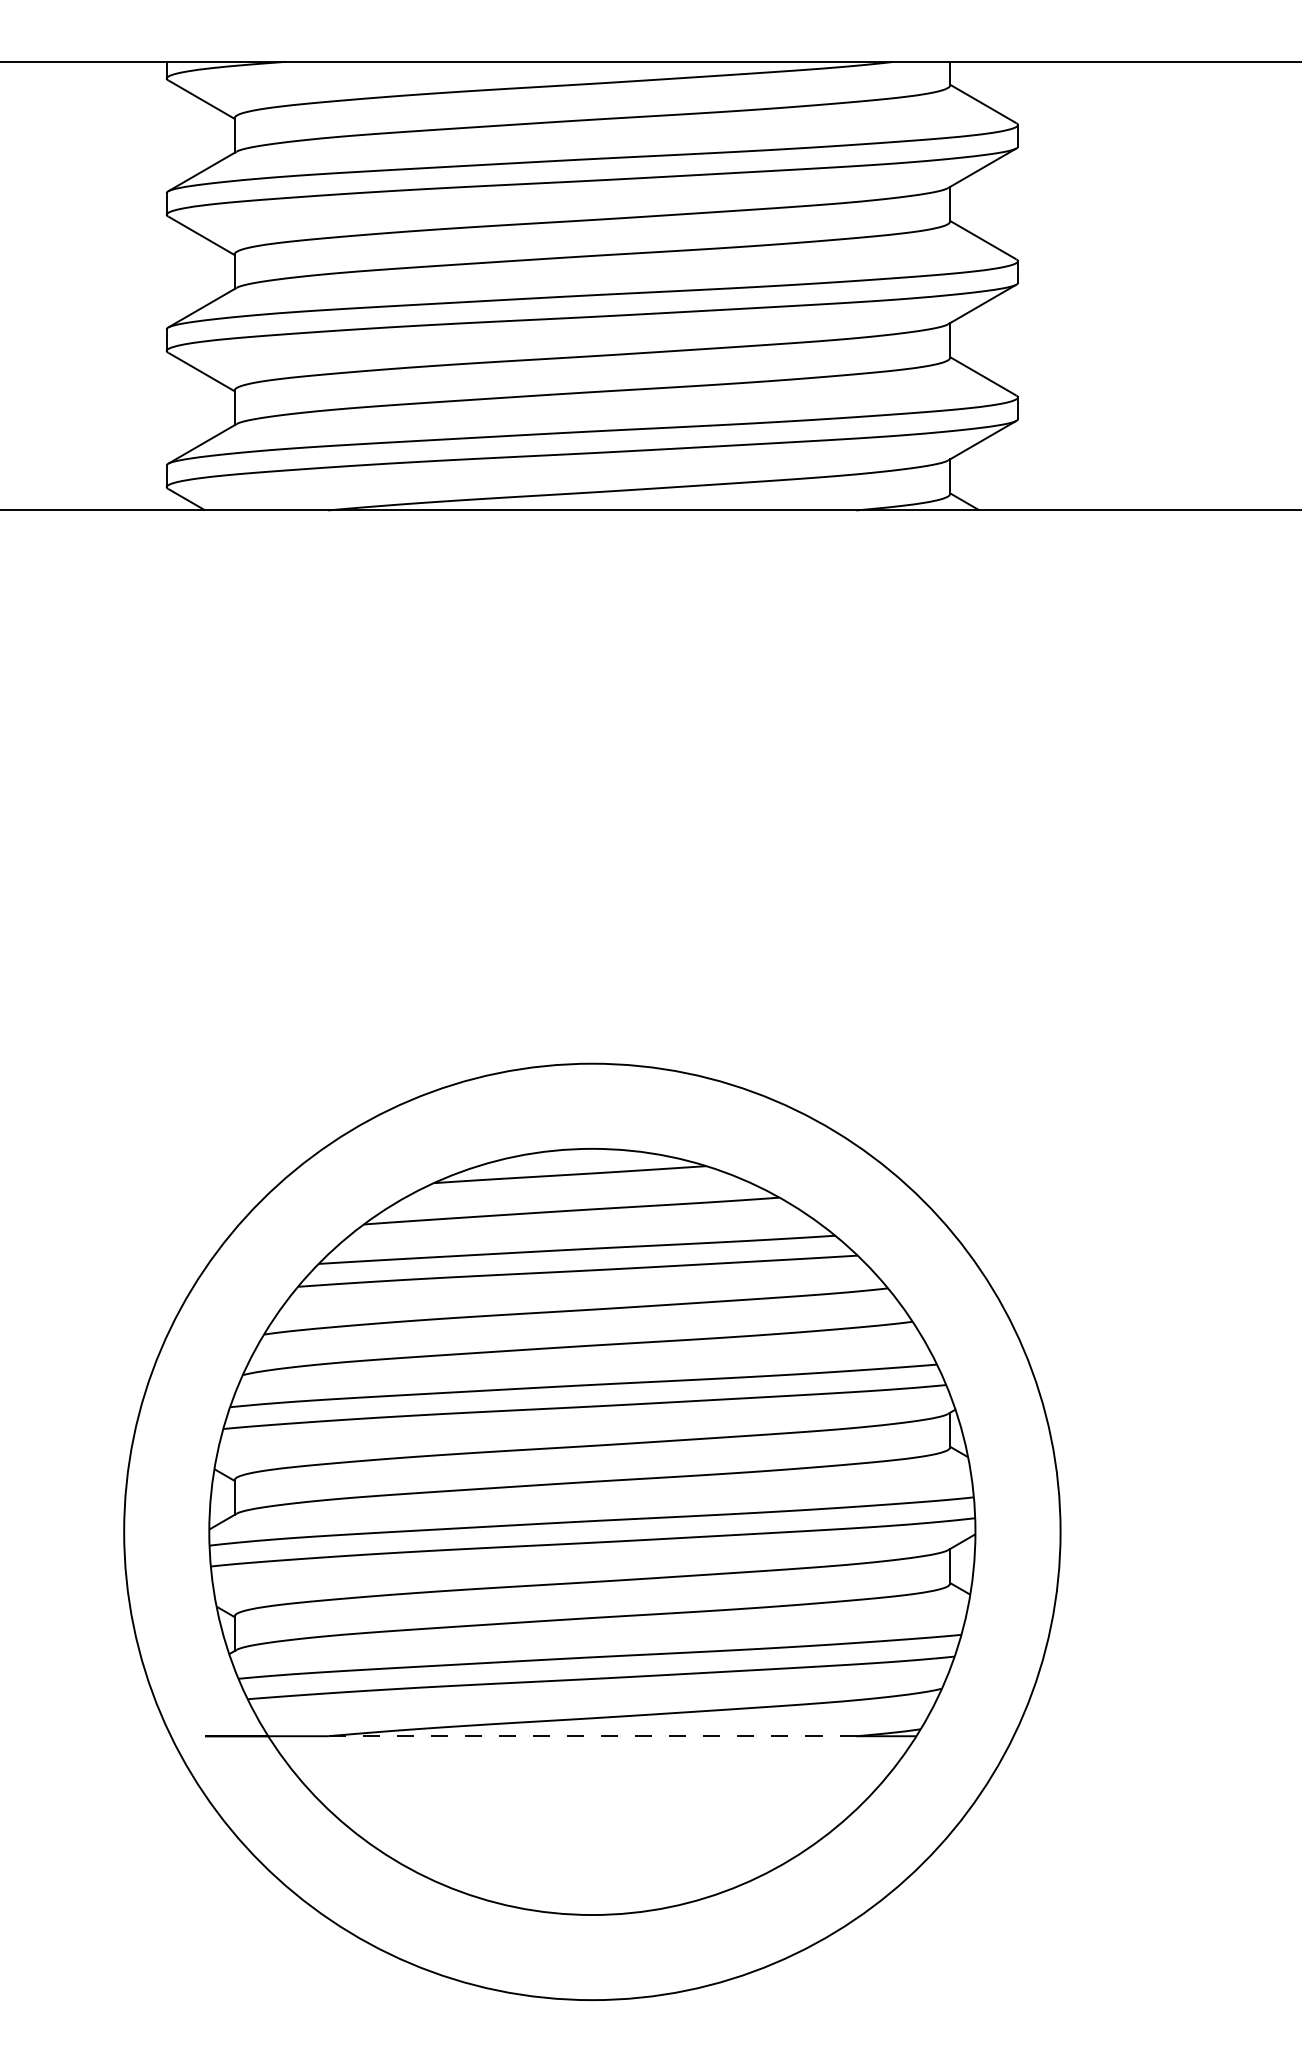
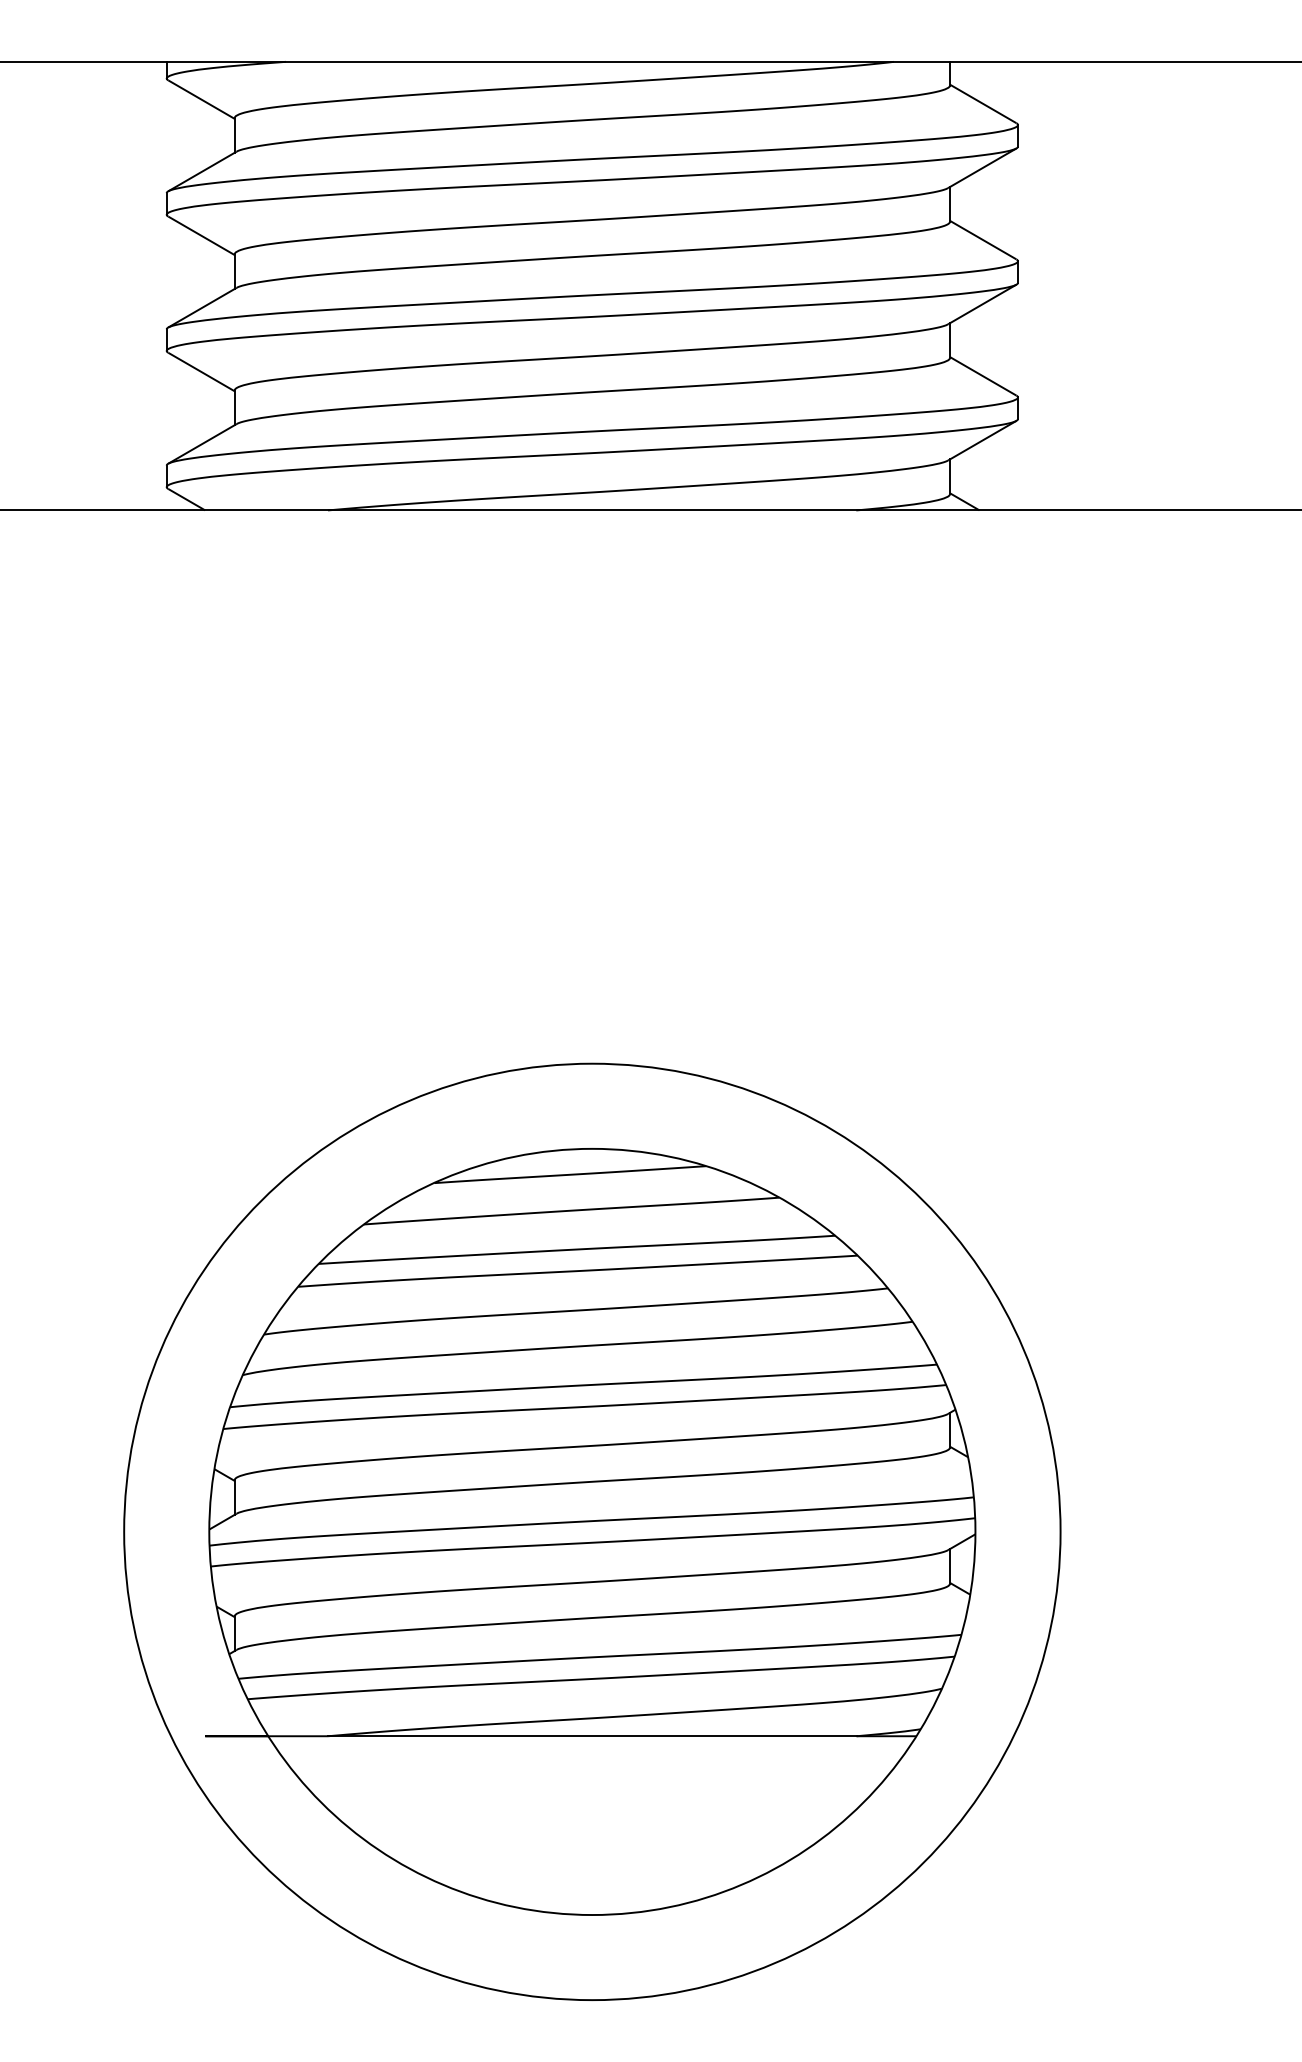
line at (591, 1736): dashed -> solid
